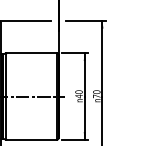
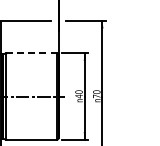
line at (32, 53): solid -> dashed
